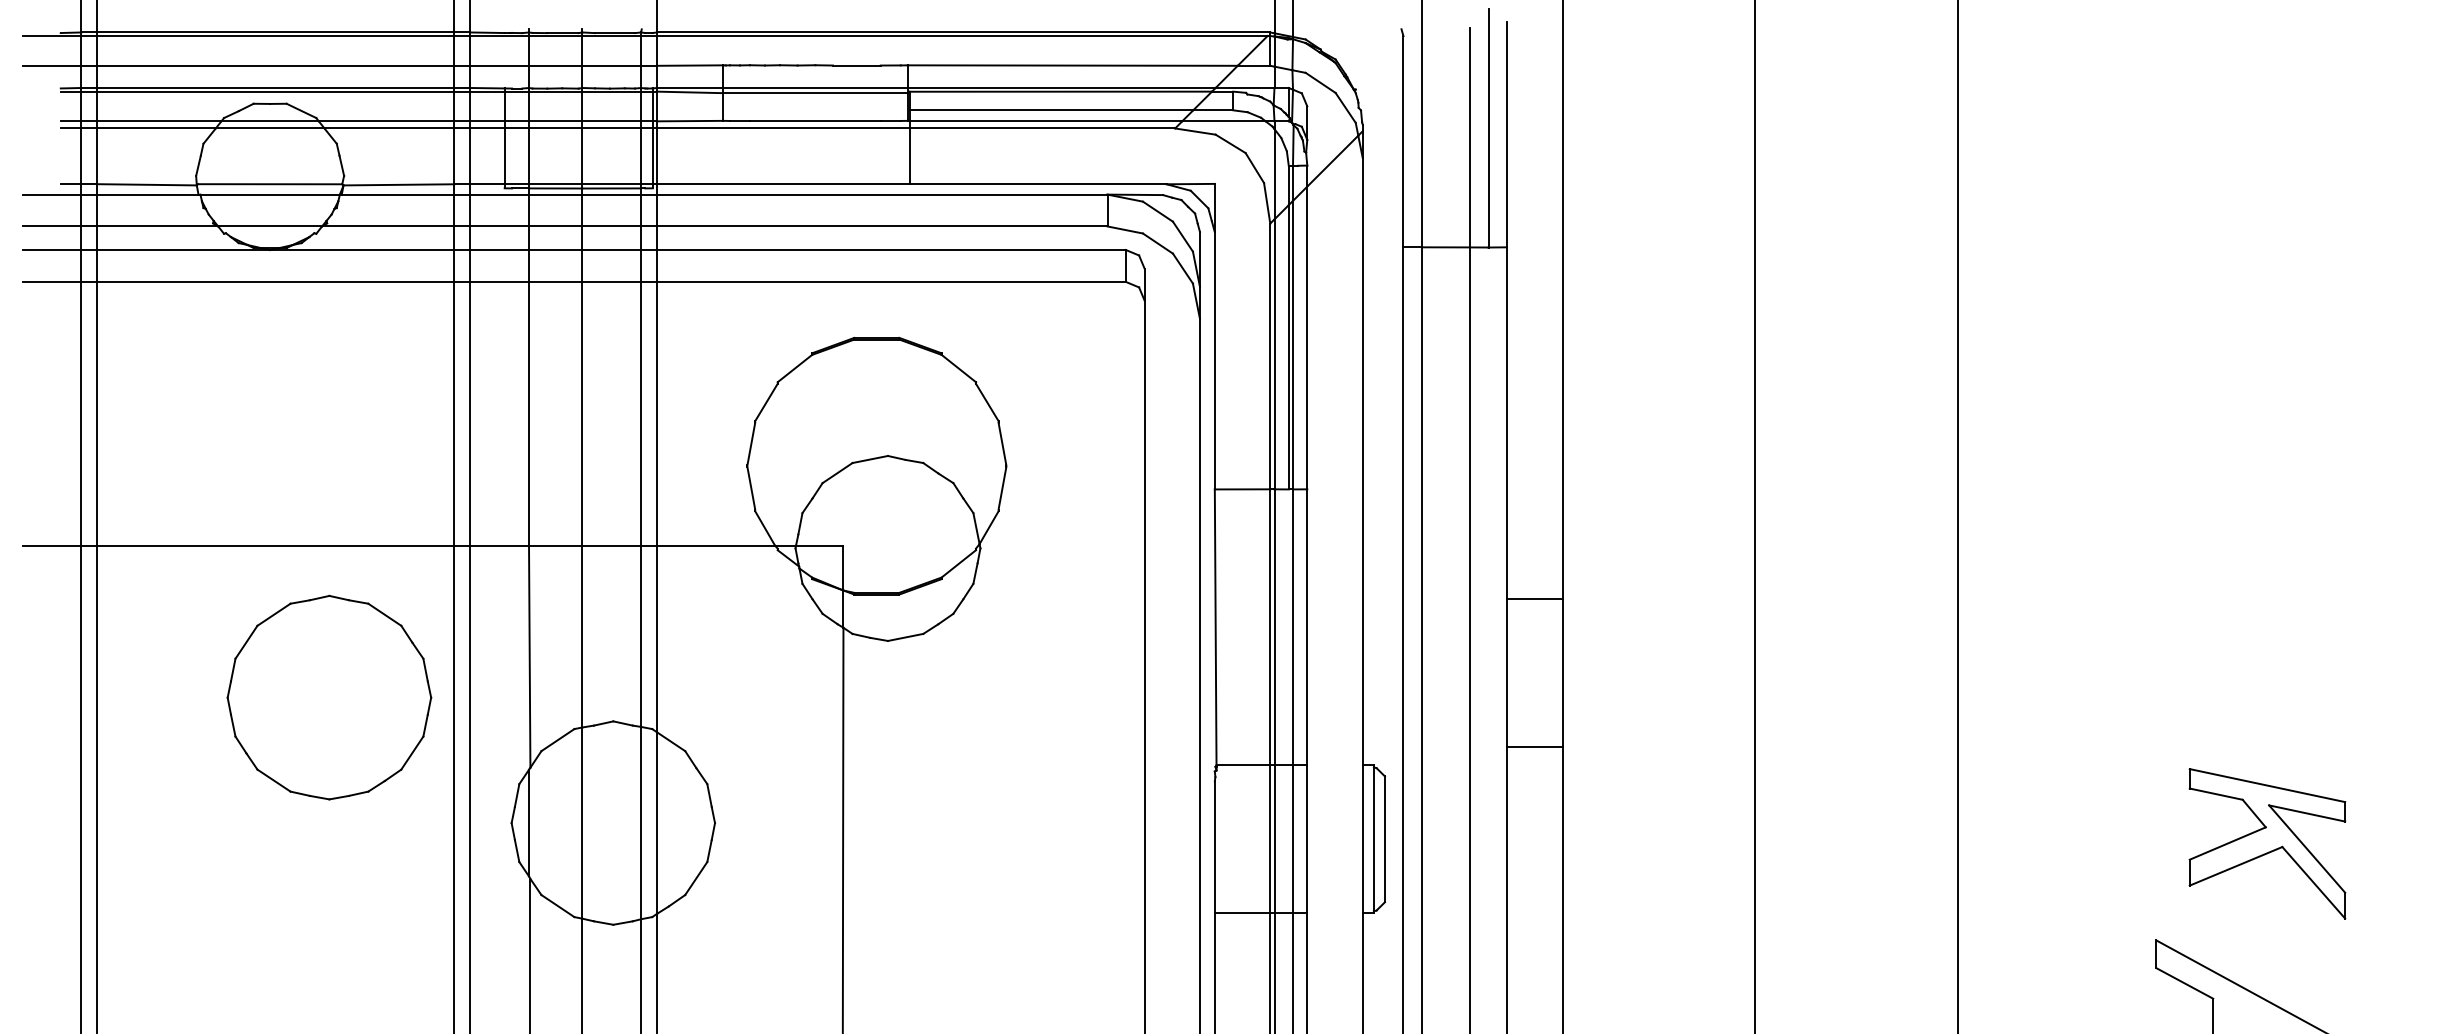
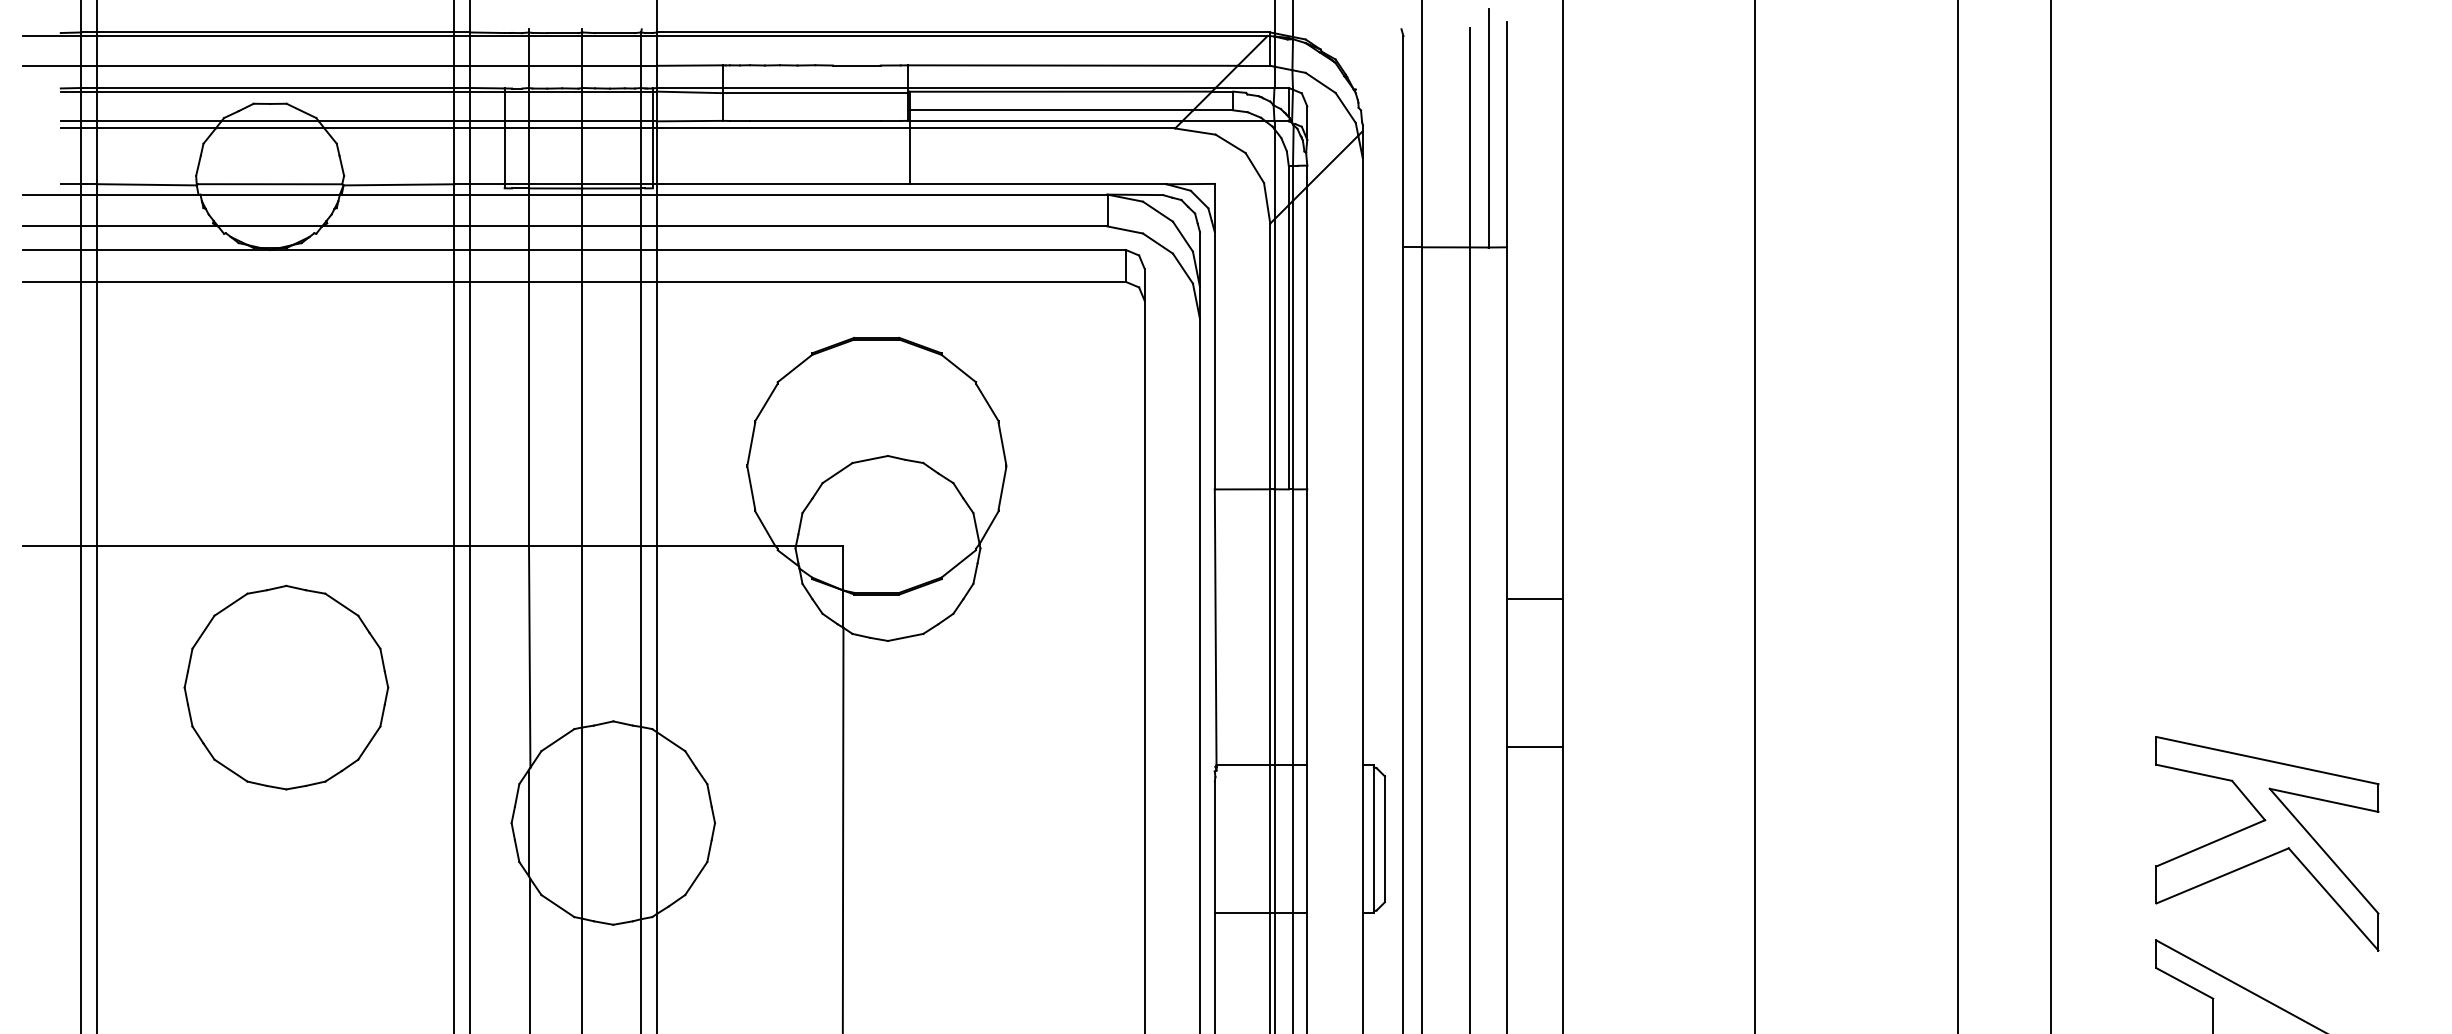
line at (2050, 516): none -> present
part at (329, 697) position: (329, 697) -> (286, 687)
part at (2267, 843) size: 159x152 px -> 225x216 px
